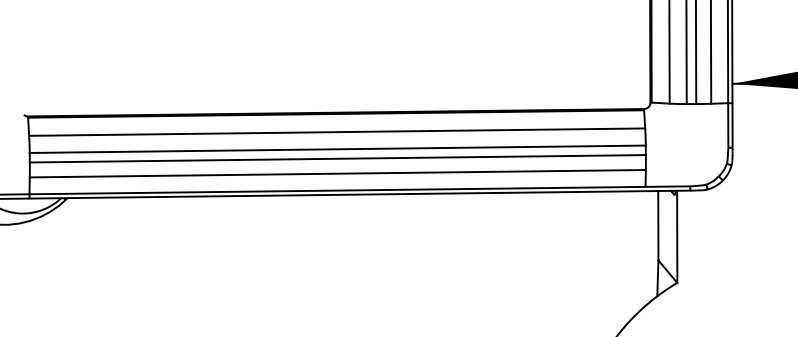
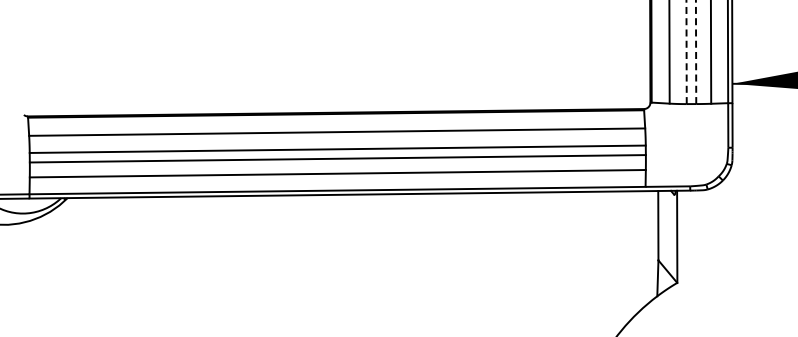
line at (686, 52): solid -> dashed
line at (696, 52): solid -> dashed
